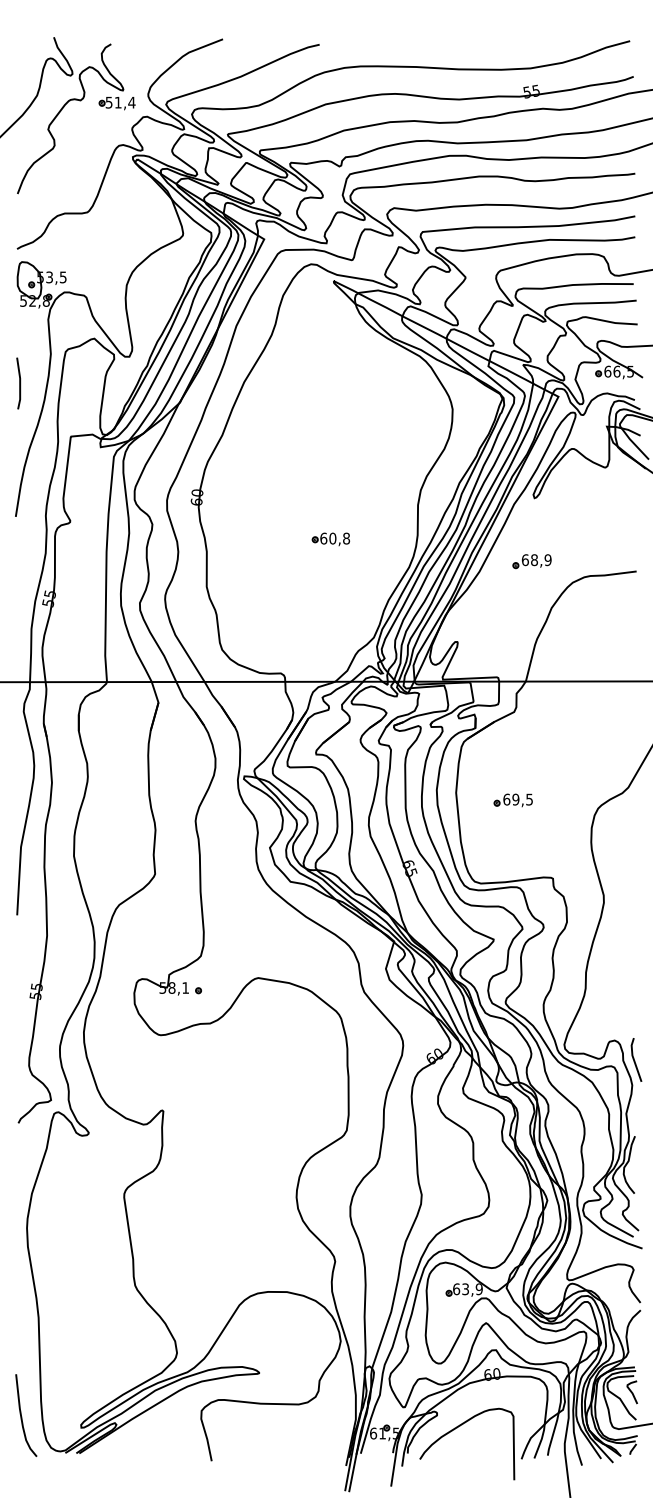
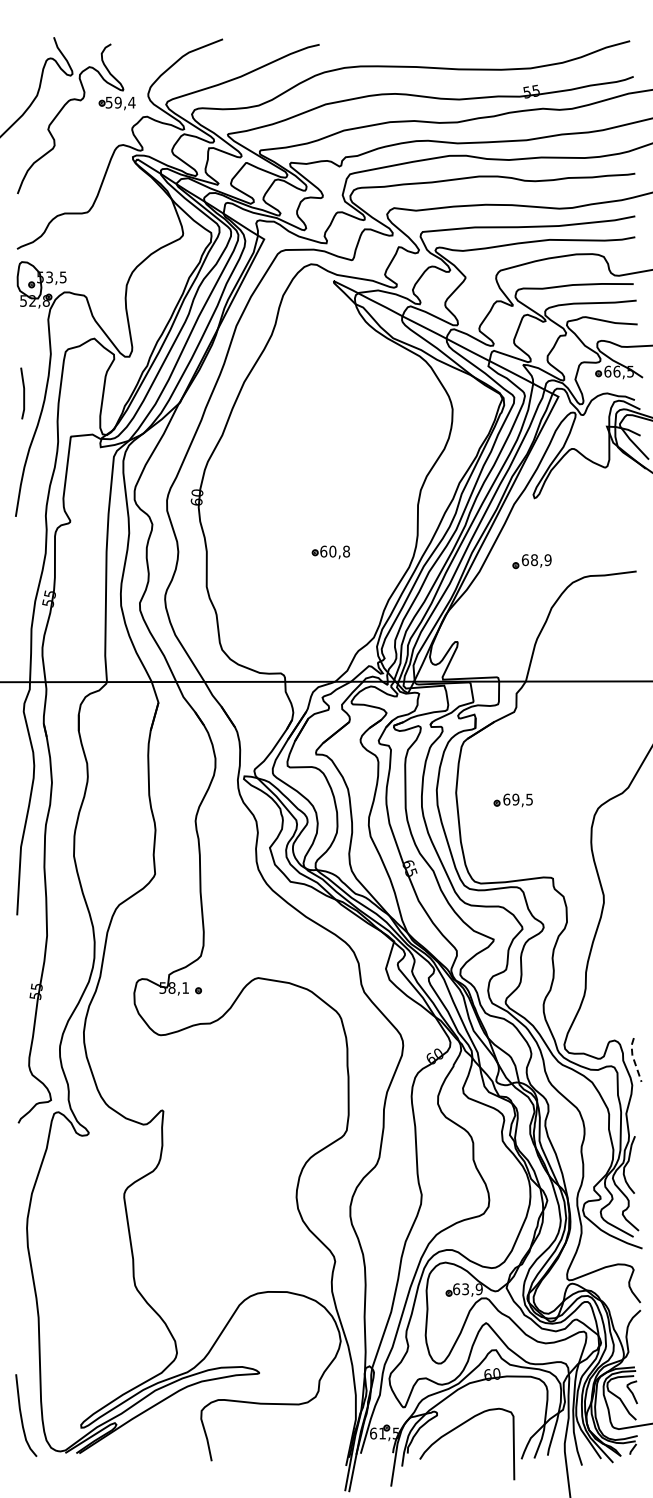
text at (117, 102): 51,4 -> 59,4
line at (19, 383) position: (19, 383) -> (23, 393)
part at (330, 539) position: (330, 539) -> (330, 552)
line at (633, 1059): solid -> dashed
